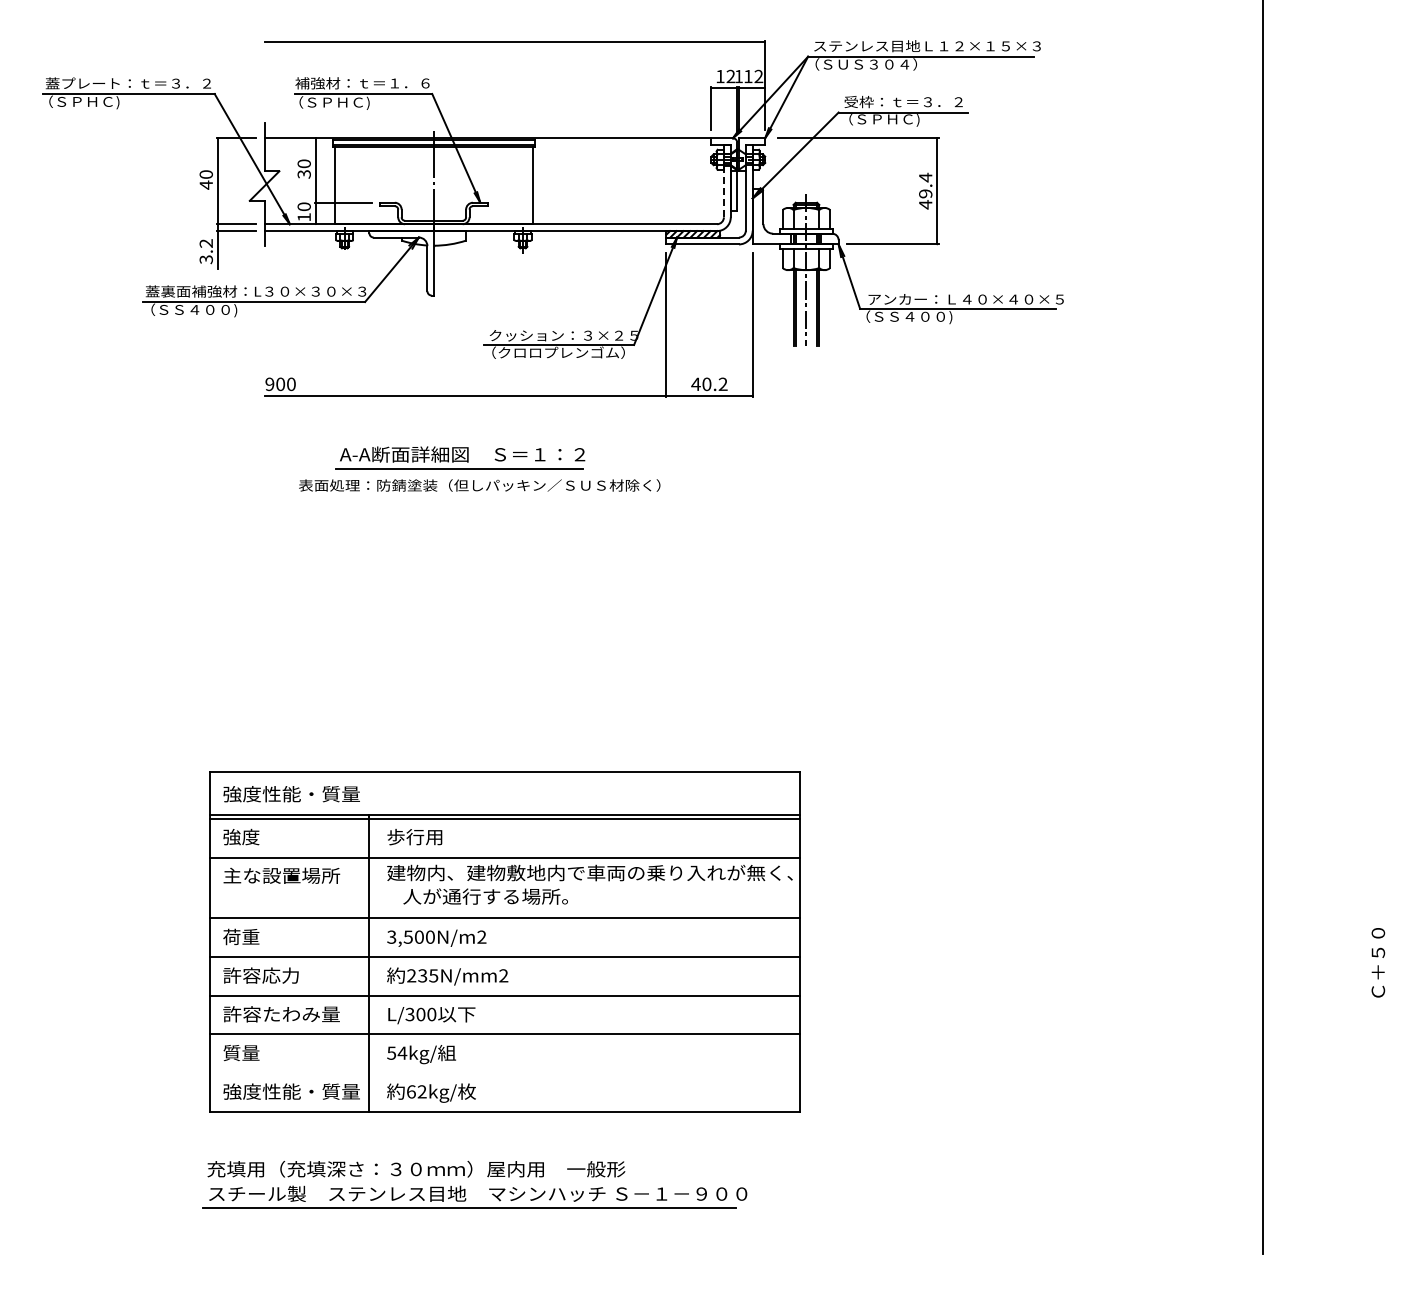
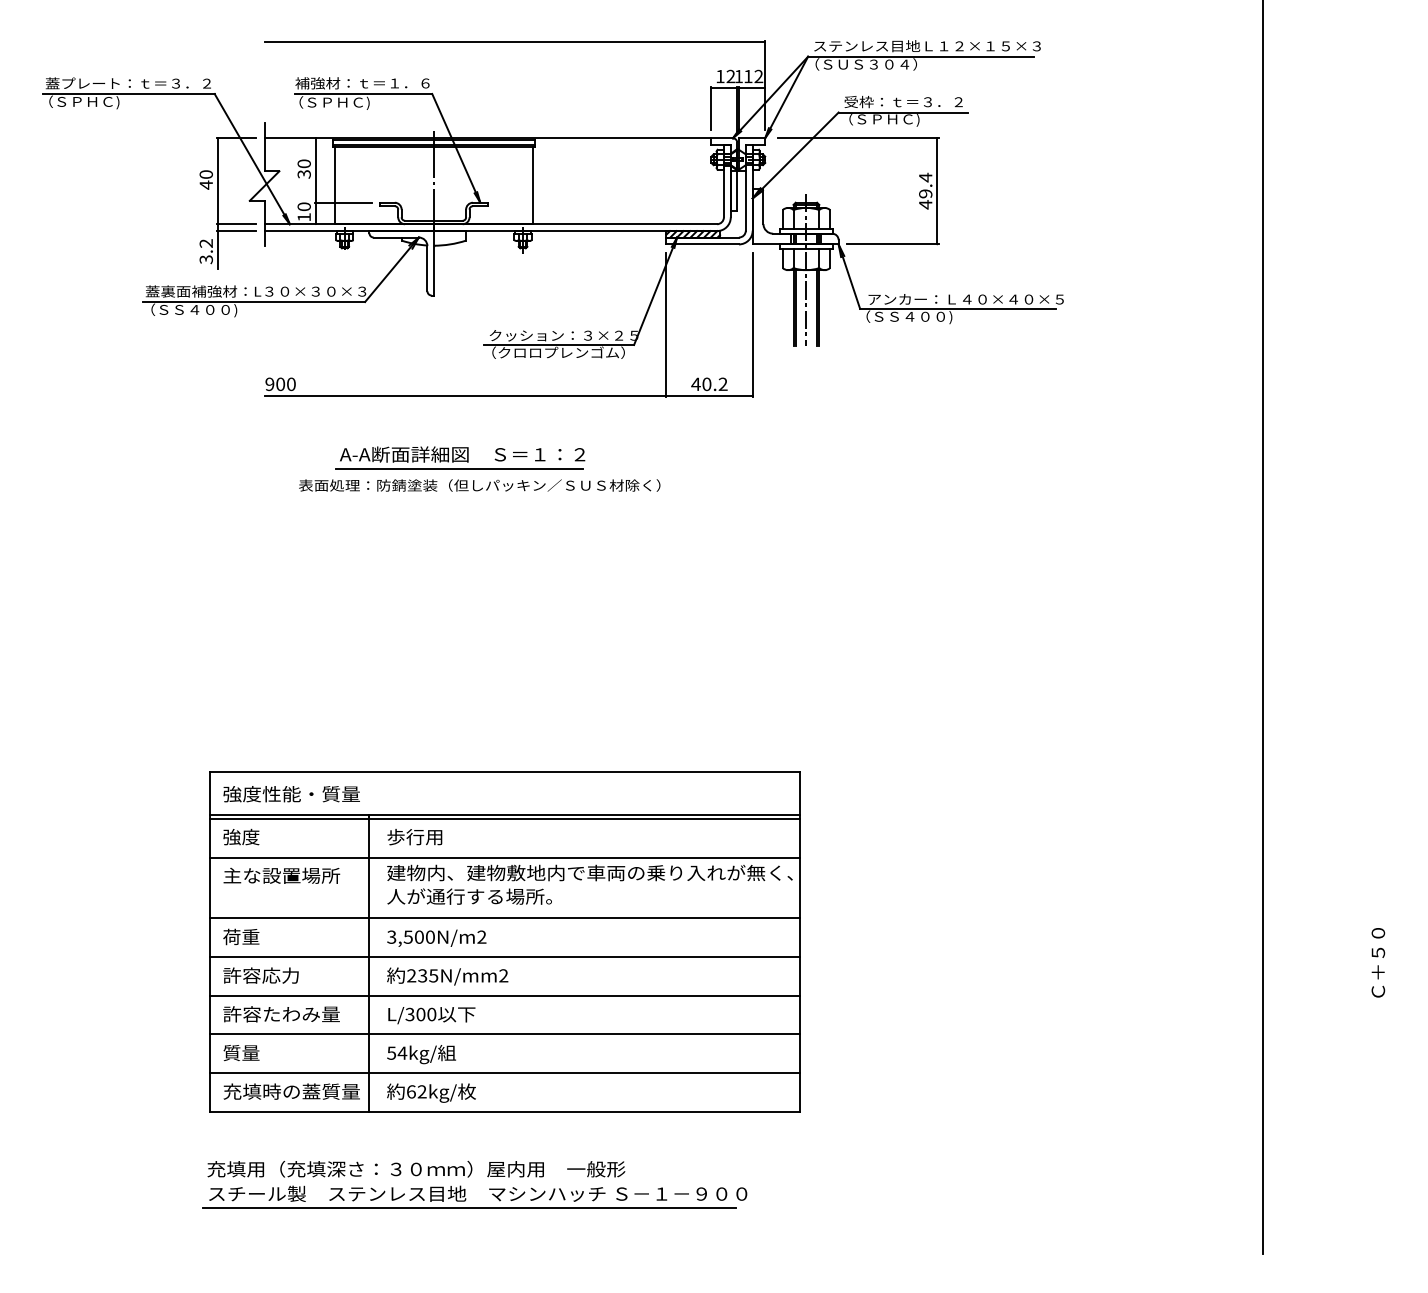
line at (723, 191): dashed -> solid
text at (485, 896) position: (485, 896) -> (469, 896)
line at (504, 1072): none -> present
text at (271, 1091): 強度性能・質量 -> 充填時の蓋質量
